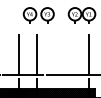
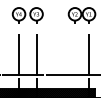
part at (38, 15) position: (38, 15) -> (27, 15)
